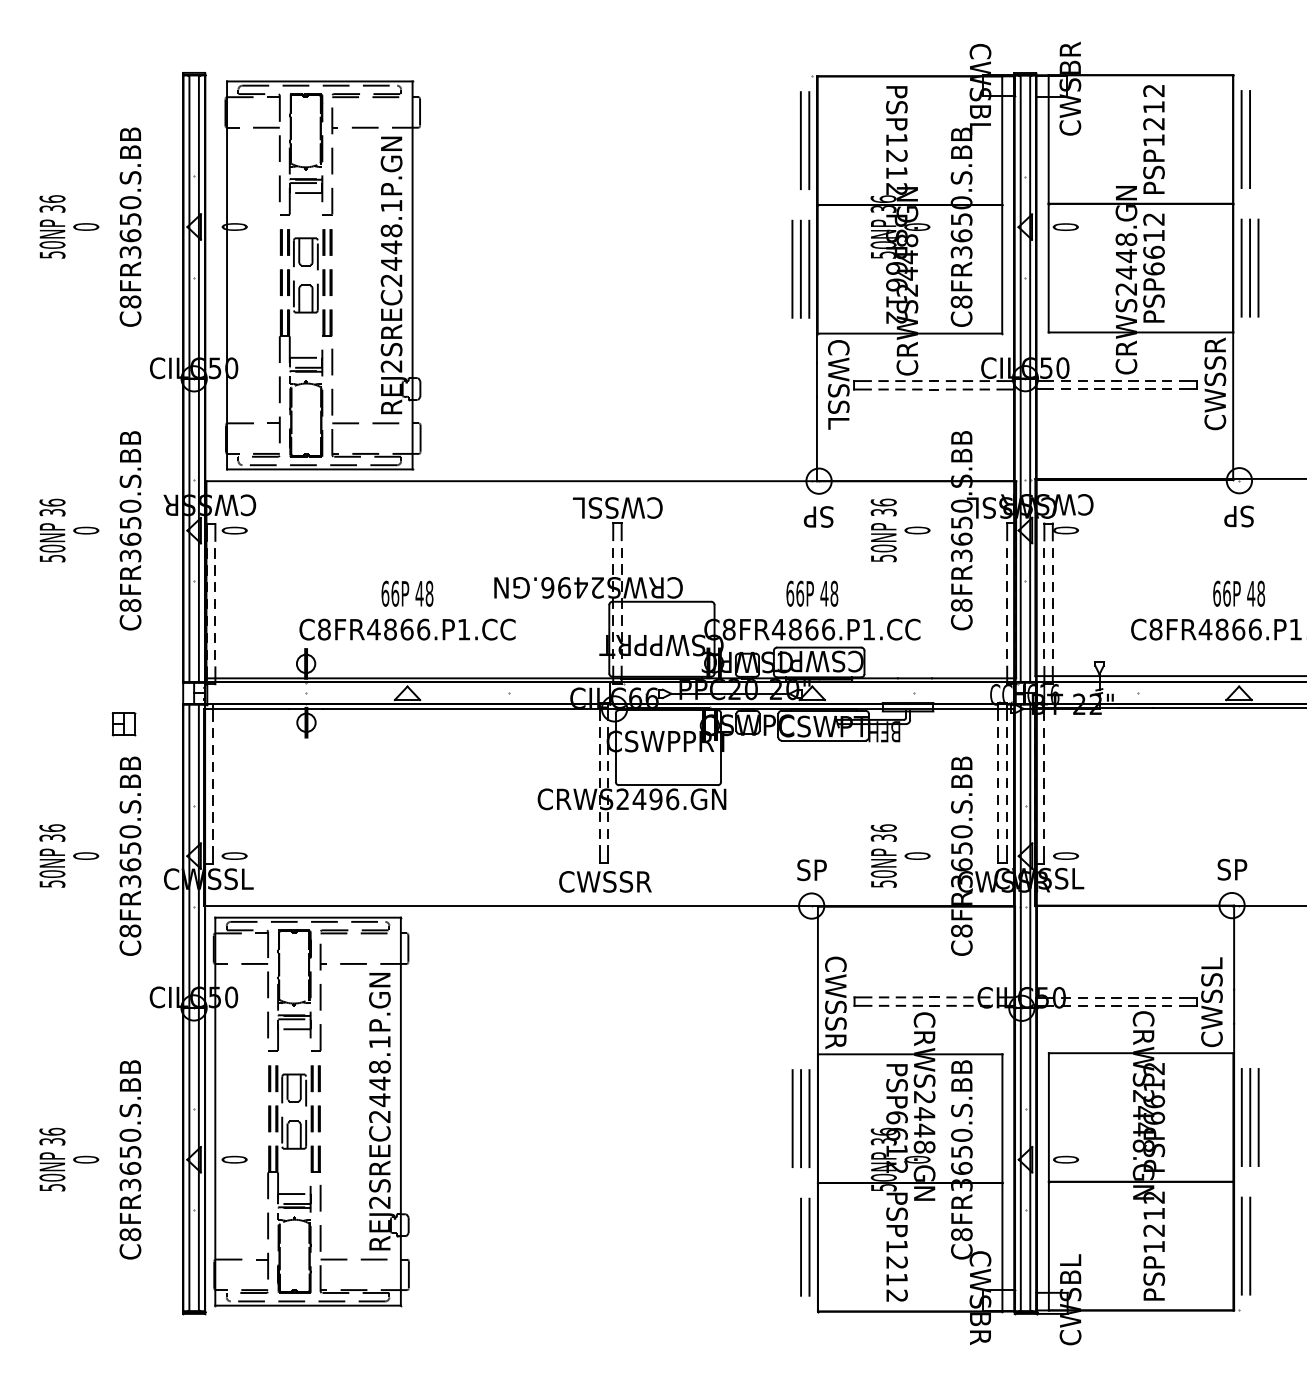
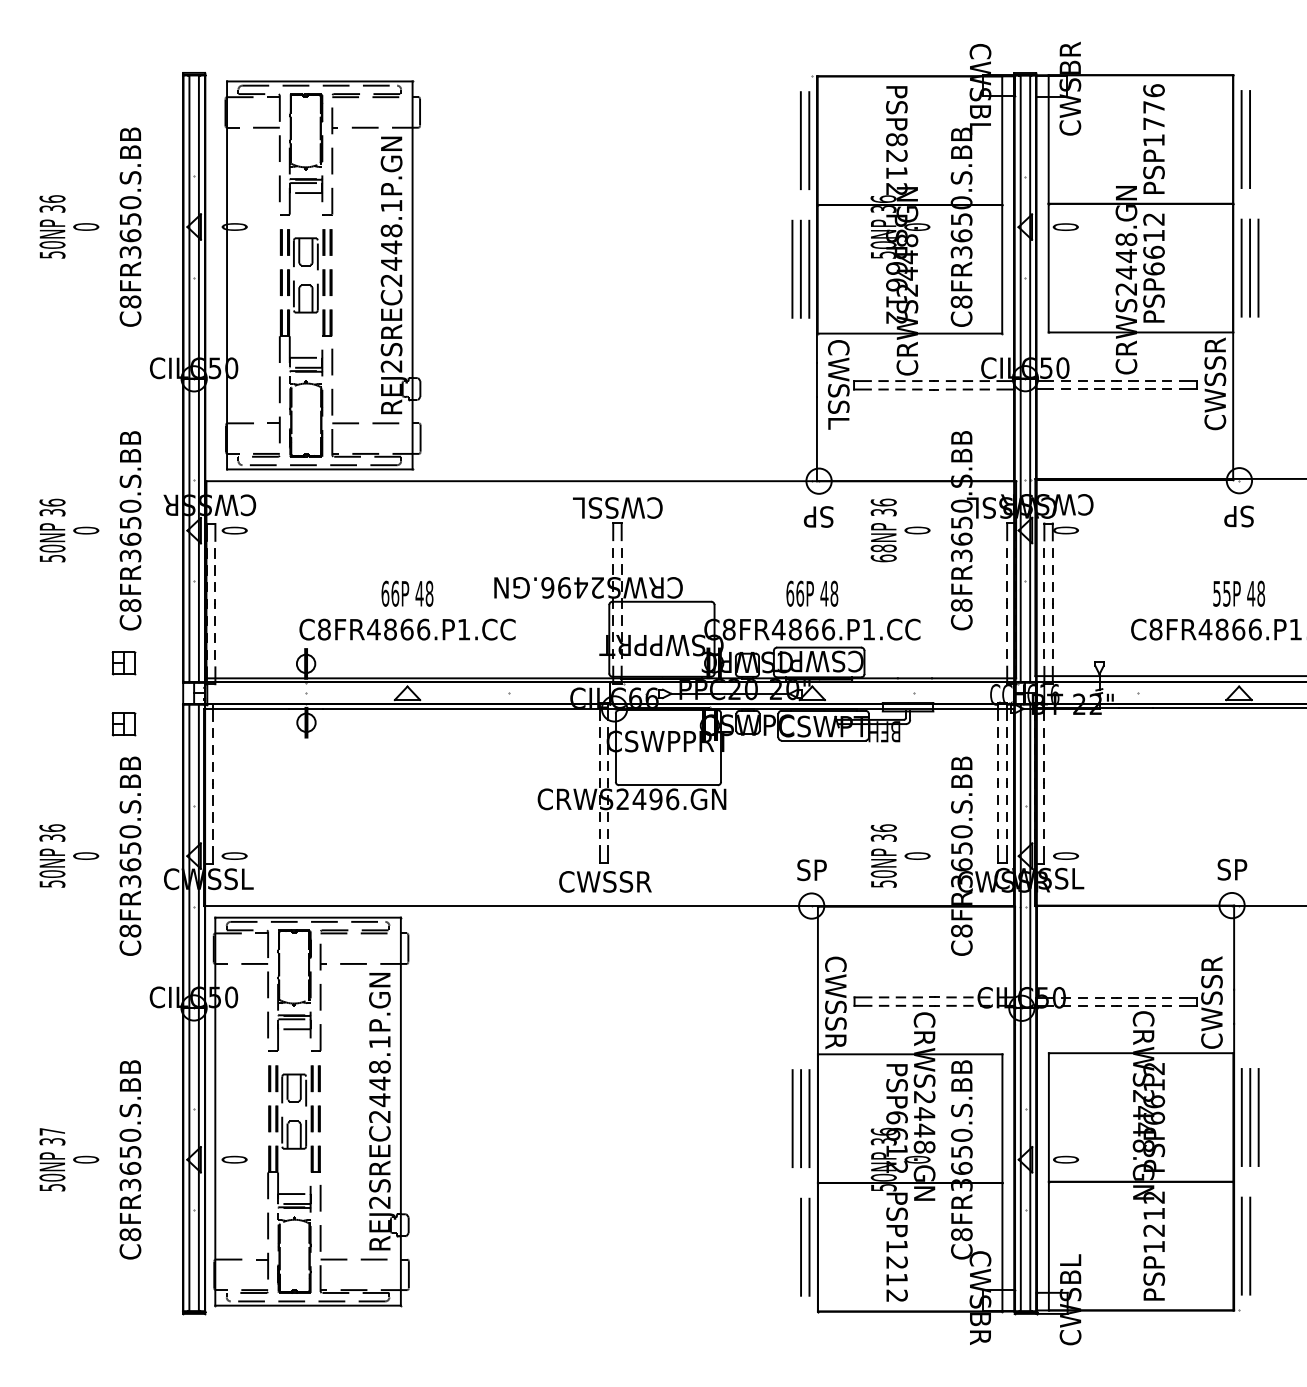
text at (1153, 107): PSP1212 -> PSP1776
text at (896, 139): PSP1212 -> PSP8212
text at (883, 553): 50NP -> 68NP
text at (1221, 593): 66P -> 55P
part at (123, 663): none -> present
text at (1211, 1002): CWSSL -> CWSSR
text at (52, 1131): 36 -> 37
